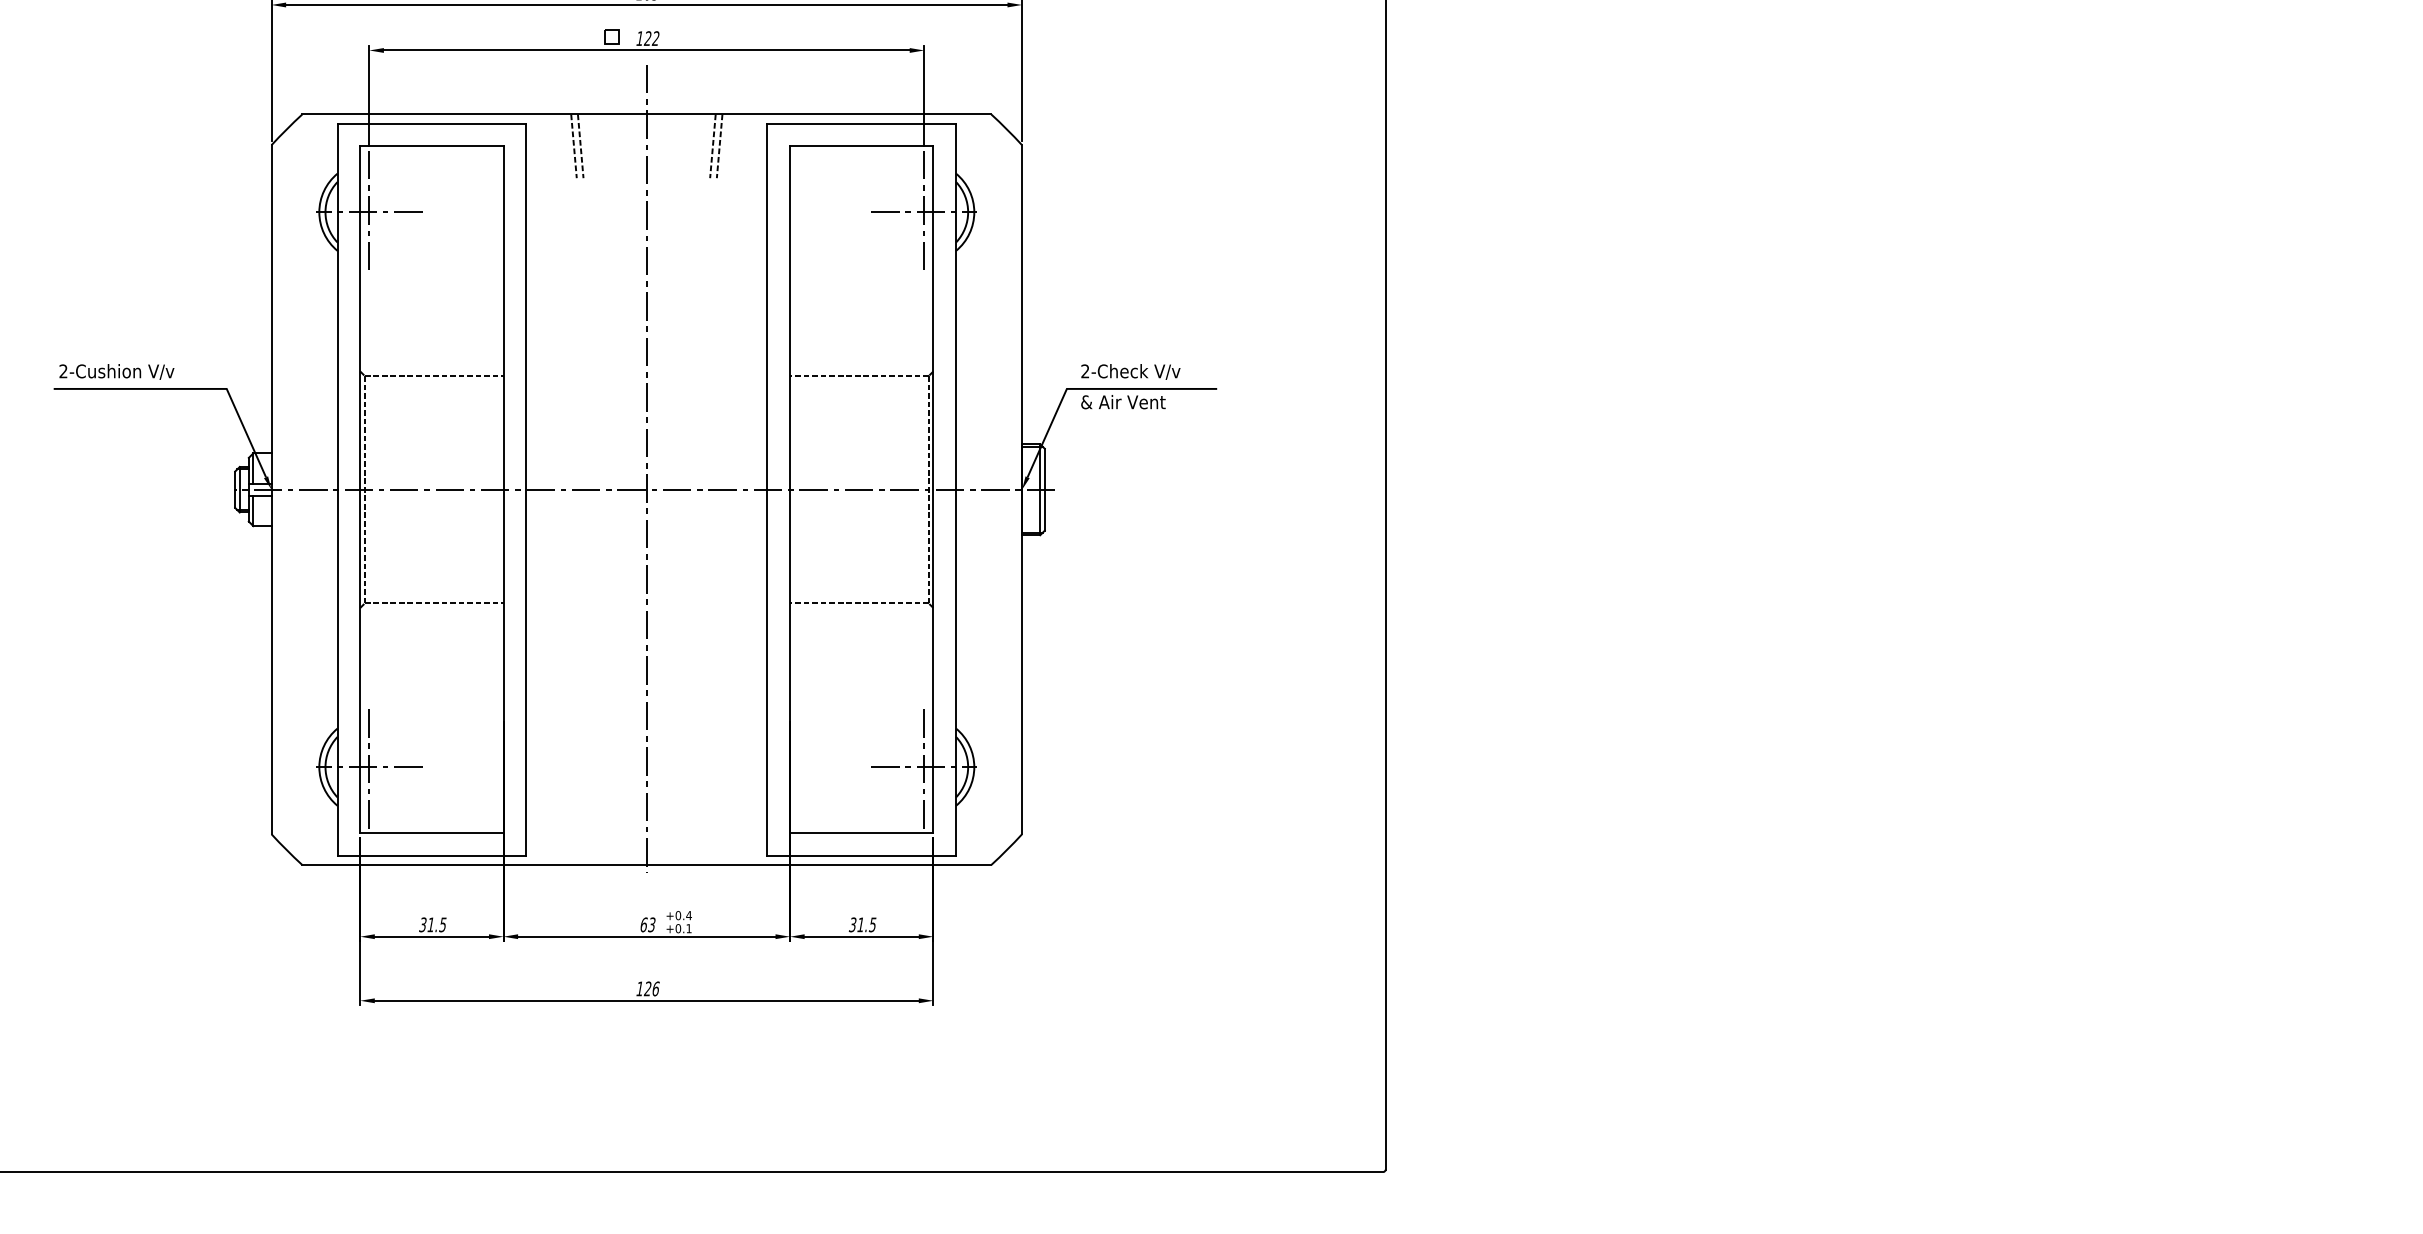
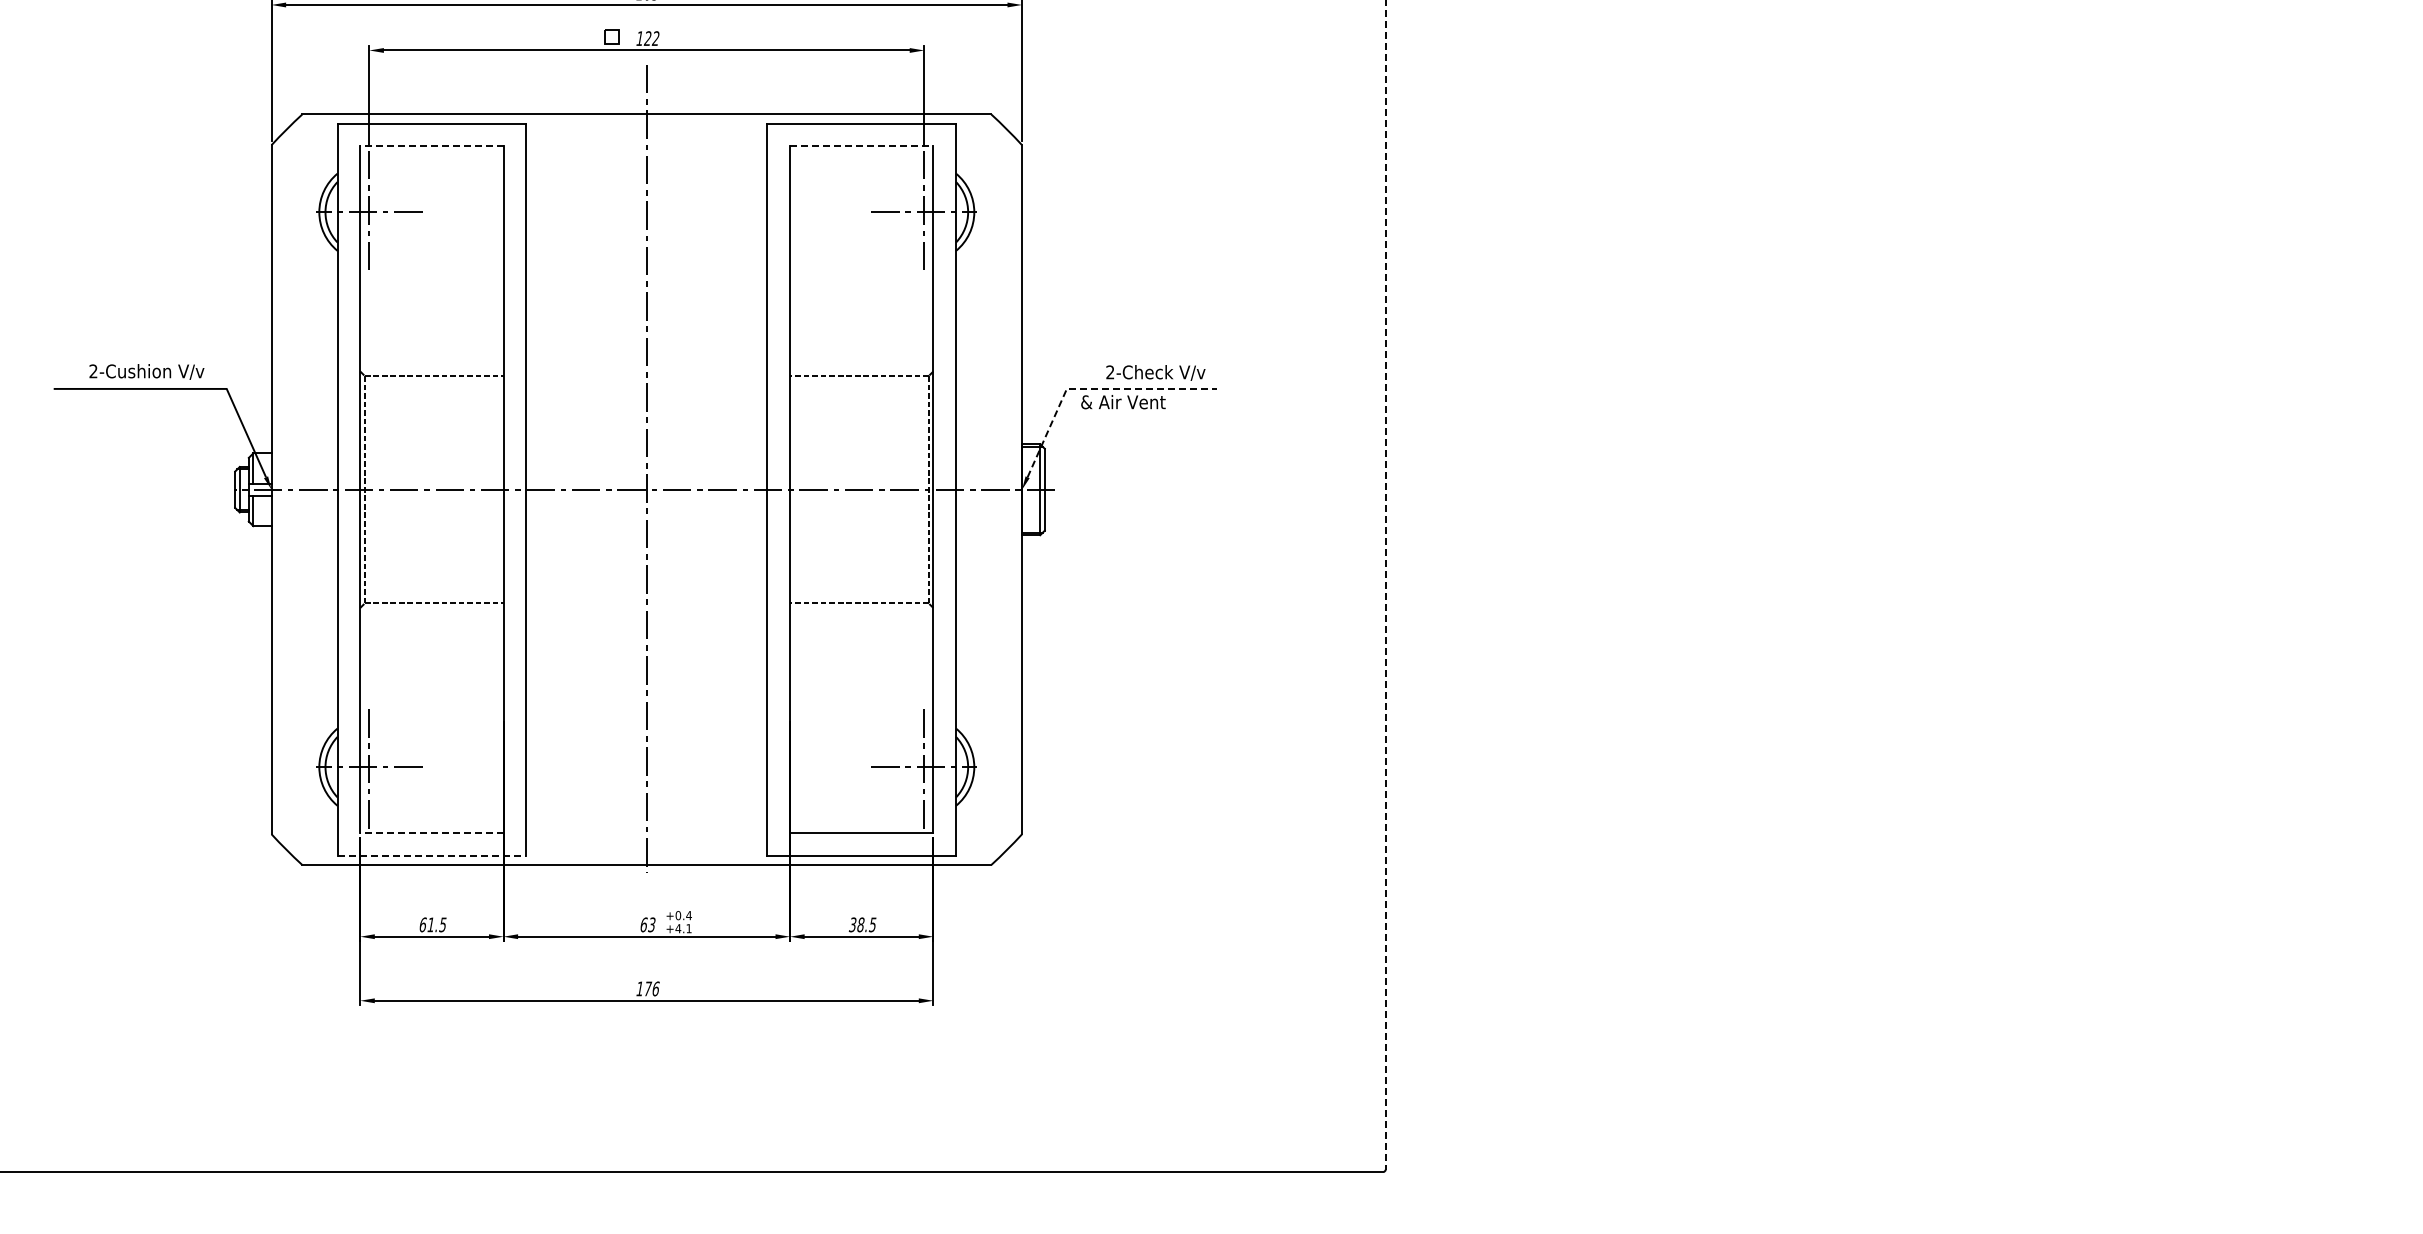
line at (431, 146): solid -> dashed
line at (573, 146): present -> none
line at (580, 146): present -> none
line at (712, 146): present -> none
line at (719, 146): present -> none
line at (861, 146): solid -> dashed
text at (116, 371) position: (116, 371) -> (146, 371)
text at (1130, 371) position: (1130, 371) -> (1155, 372)
line at (1092, 388): solid -> dashed
line at (1385, 585): solid -> dashed
line at (431, 833): solid -> dashed
line at (432, 855): solid -> dashed
text at (422, 924): 31.5 -> 61.5
text at (860, 924): 31.5 -> 38.5
text at (678, 928): +0.1 -> +4.1
text at (647, 988): 126 -> 176
